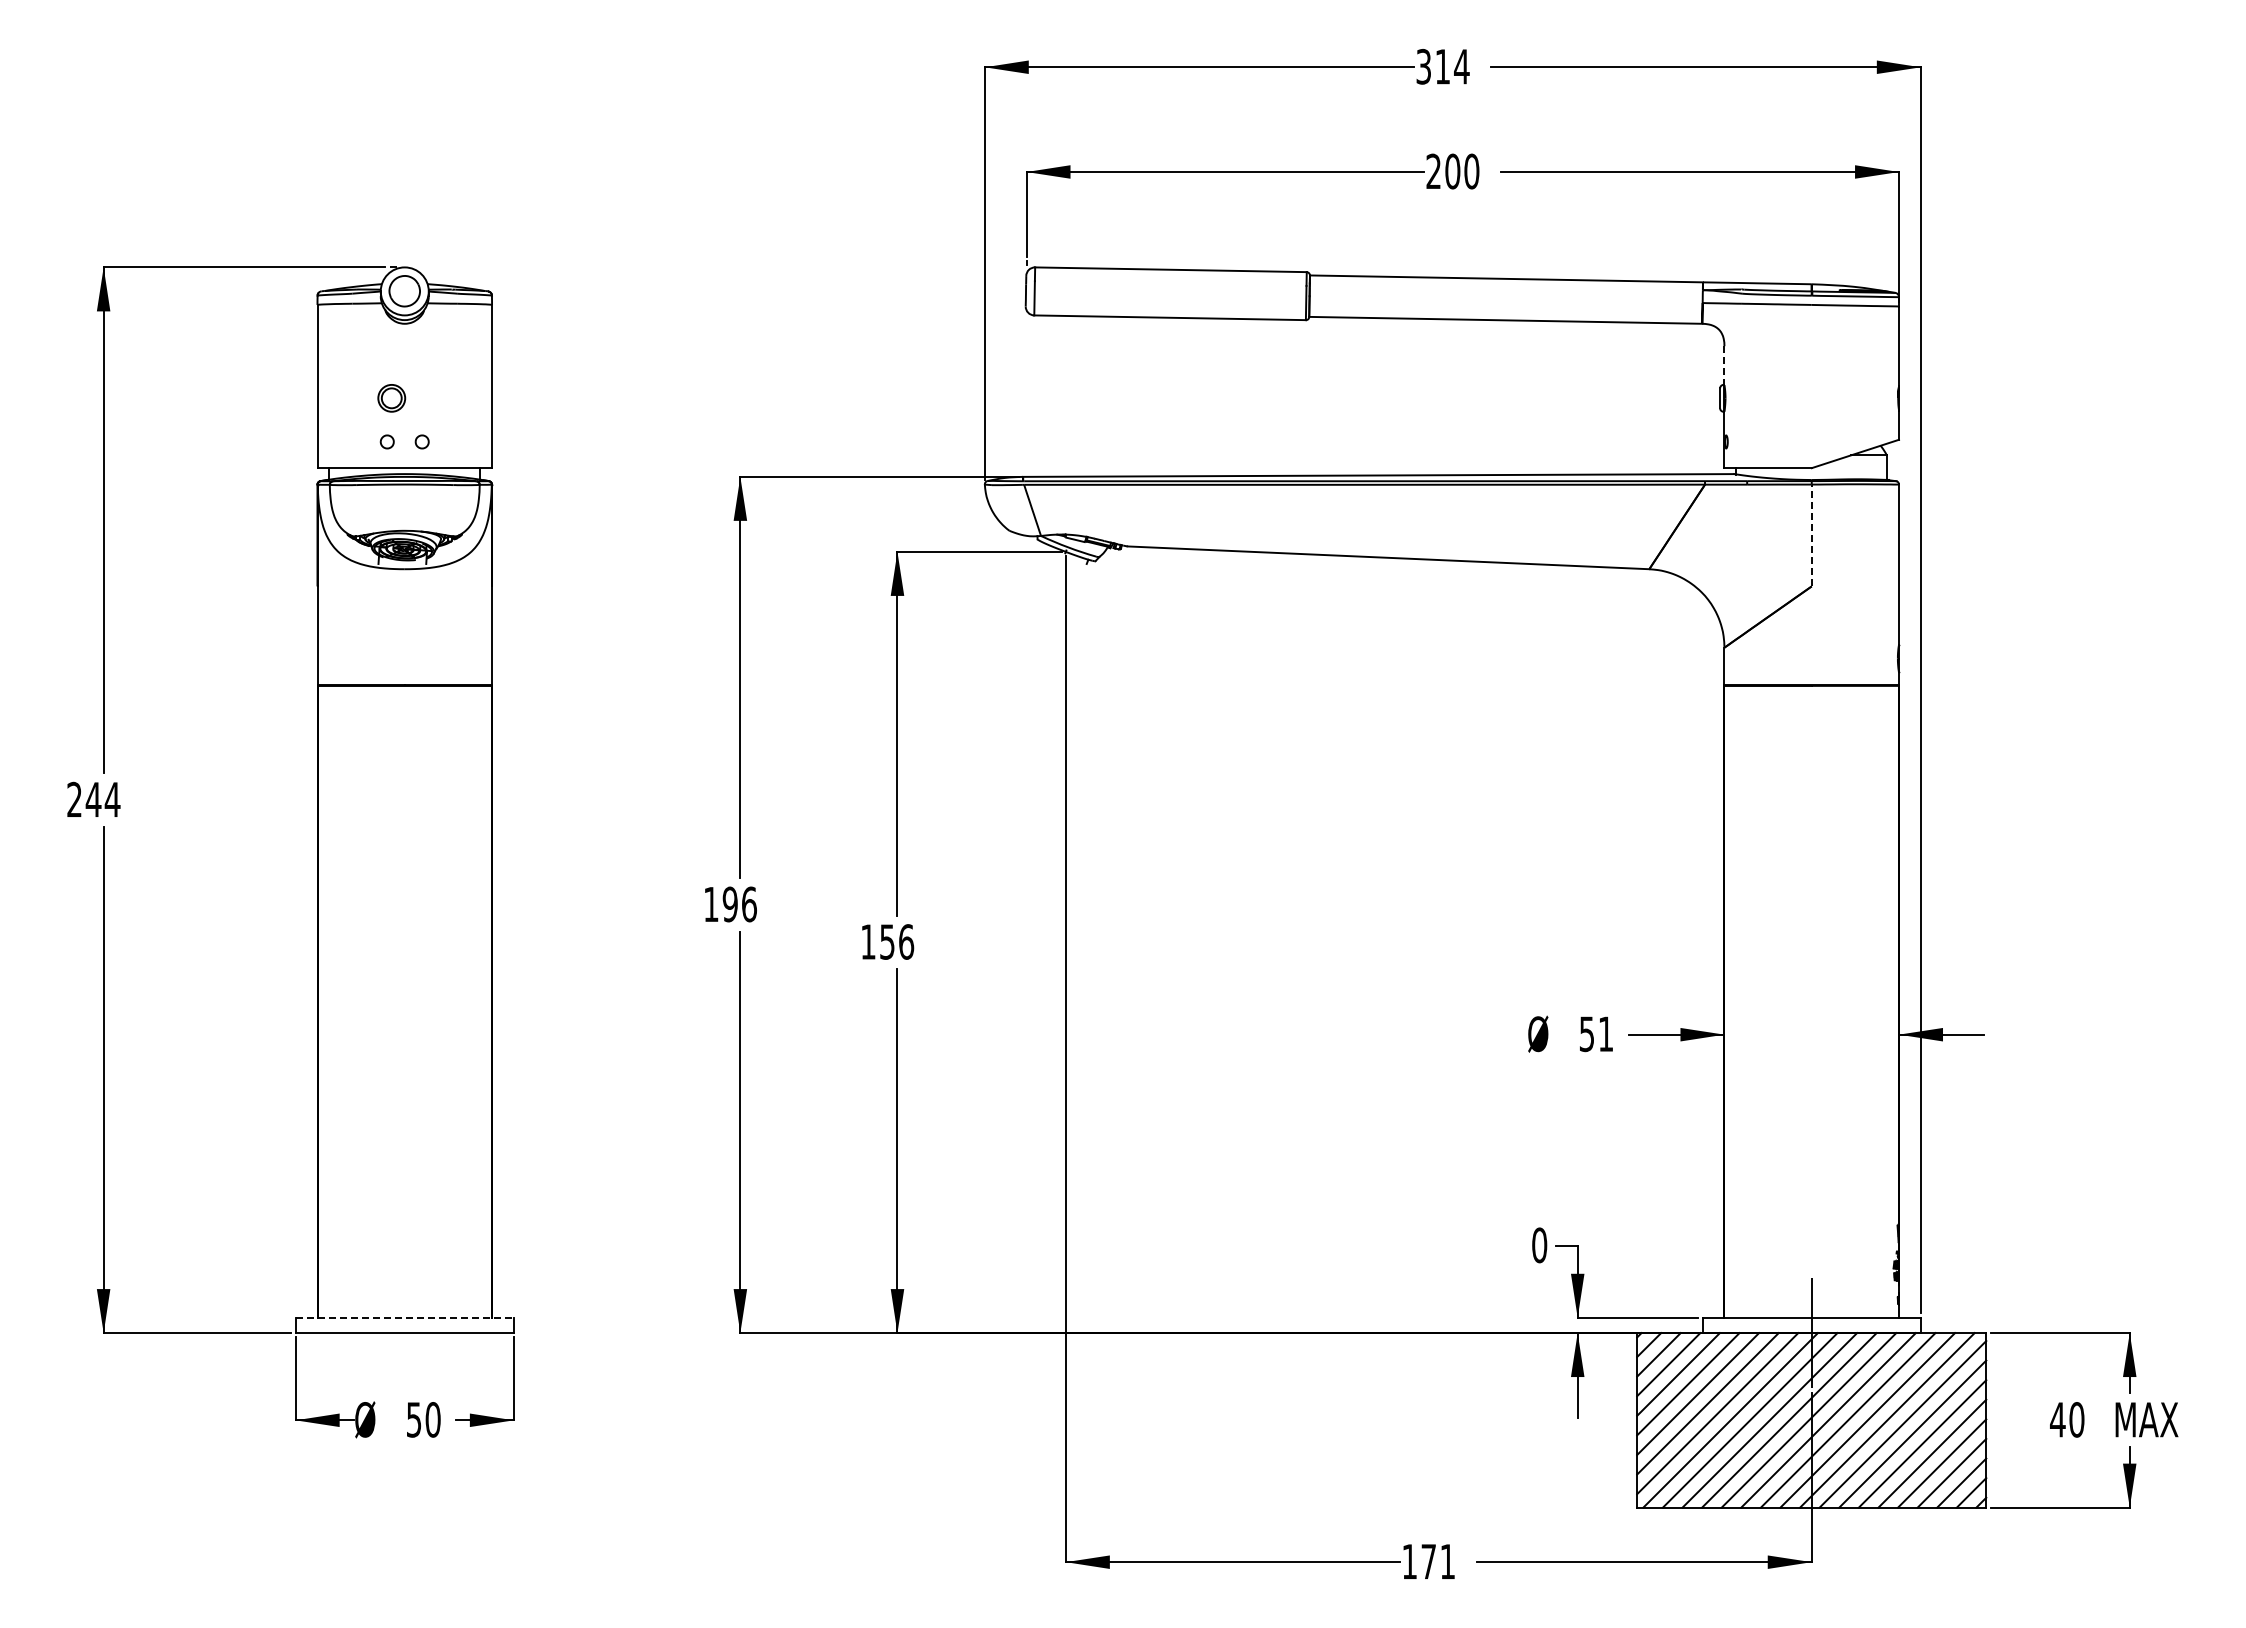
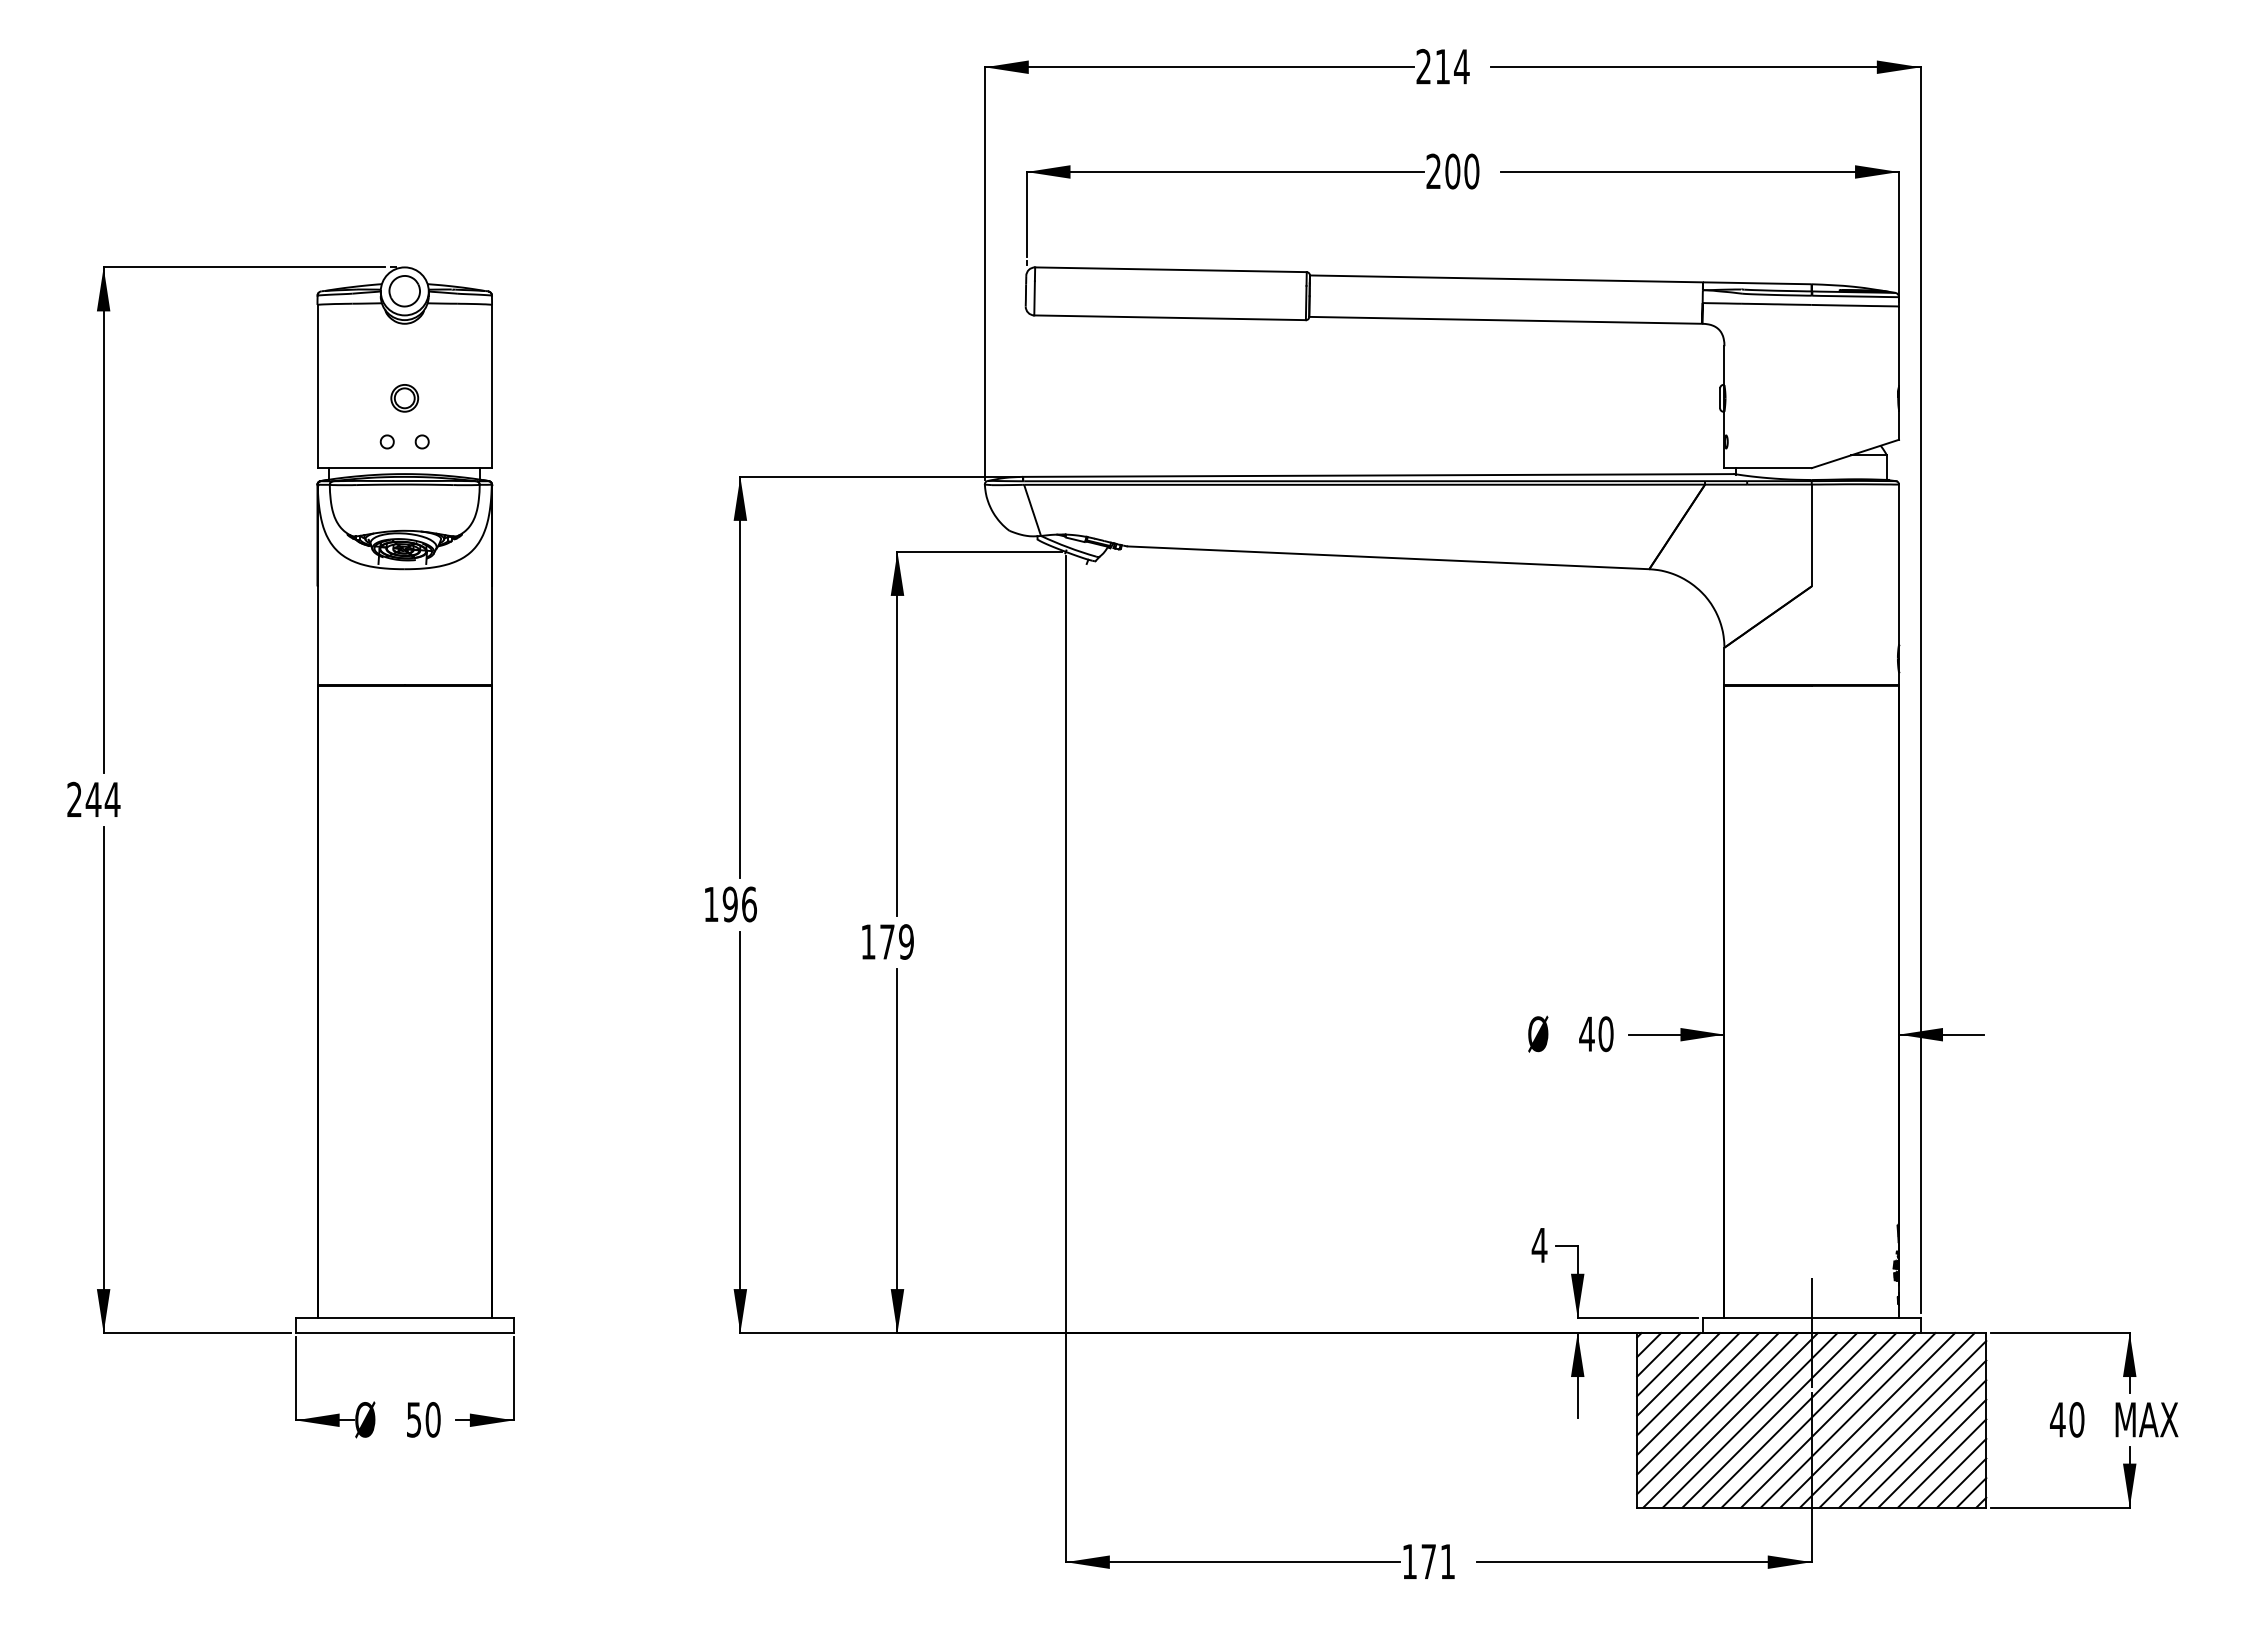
text at (1423, 66): 314 -> 214
line at (1724, 365): dashed -> solid
part at (391, 398) position: (391, 398) -> (404, 398)
line at (1811, 535): dashed -> solid
text at (897, 941): 156 -> 179
text at (1596, 1034): 51 -> 40
text at (1539, 1245): 0 -> 4
line at (405, 1317): dashed -> solid
